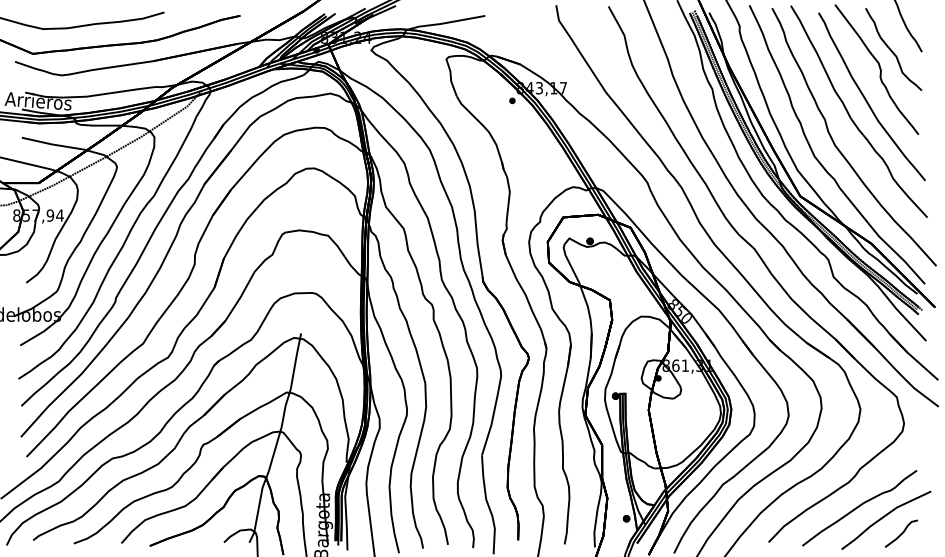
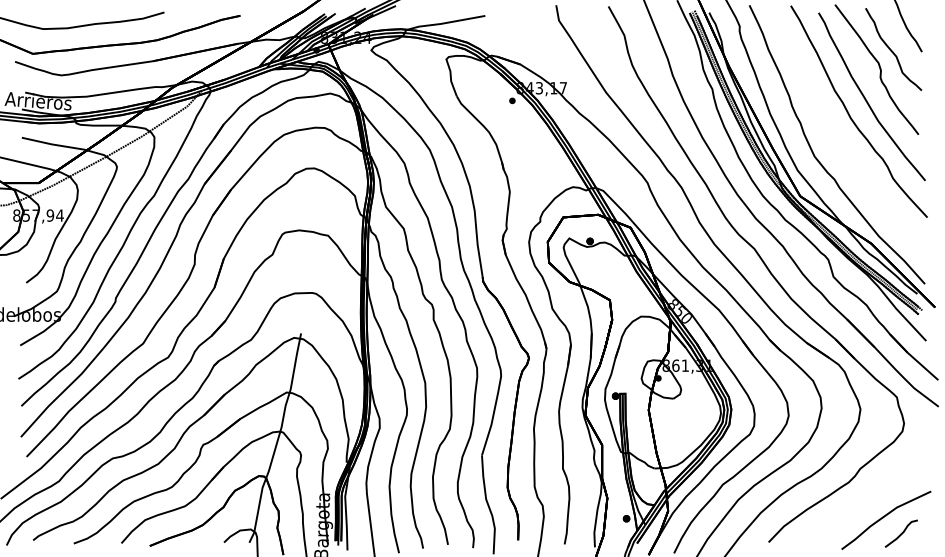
curve at (837, 146): present -> none
curve at (859, 507): present -> none
